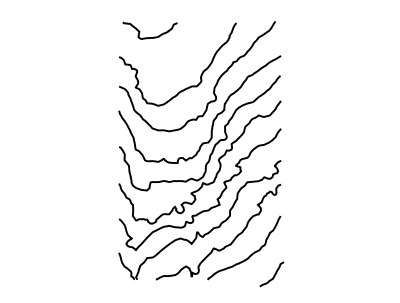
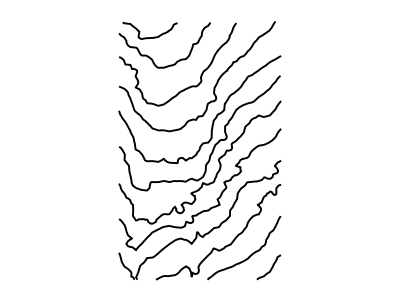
curve at (152, 58): none -> present
curve at (273, 275) position: (273, 275) -> (270, 268)
